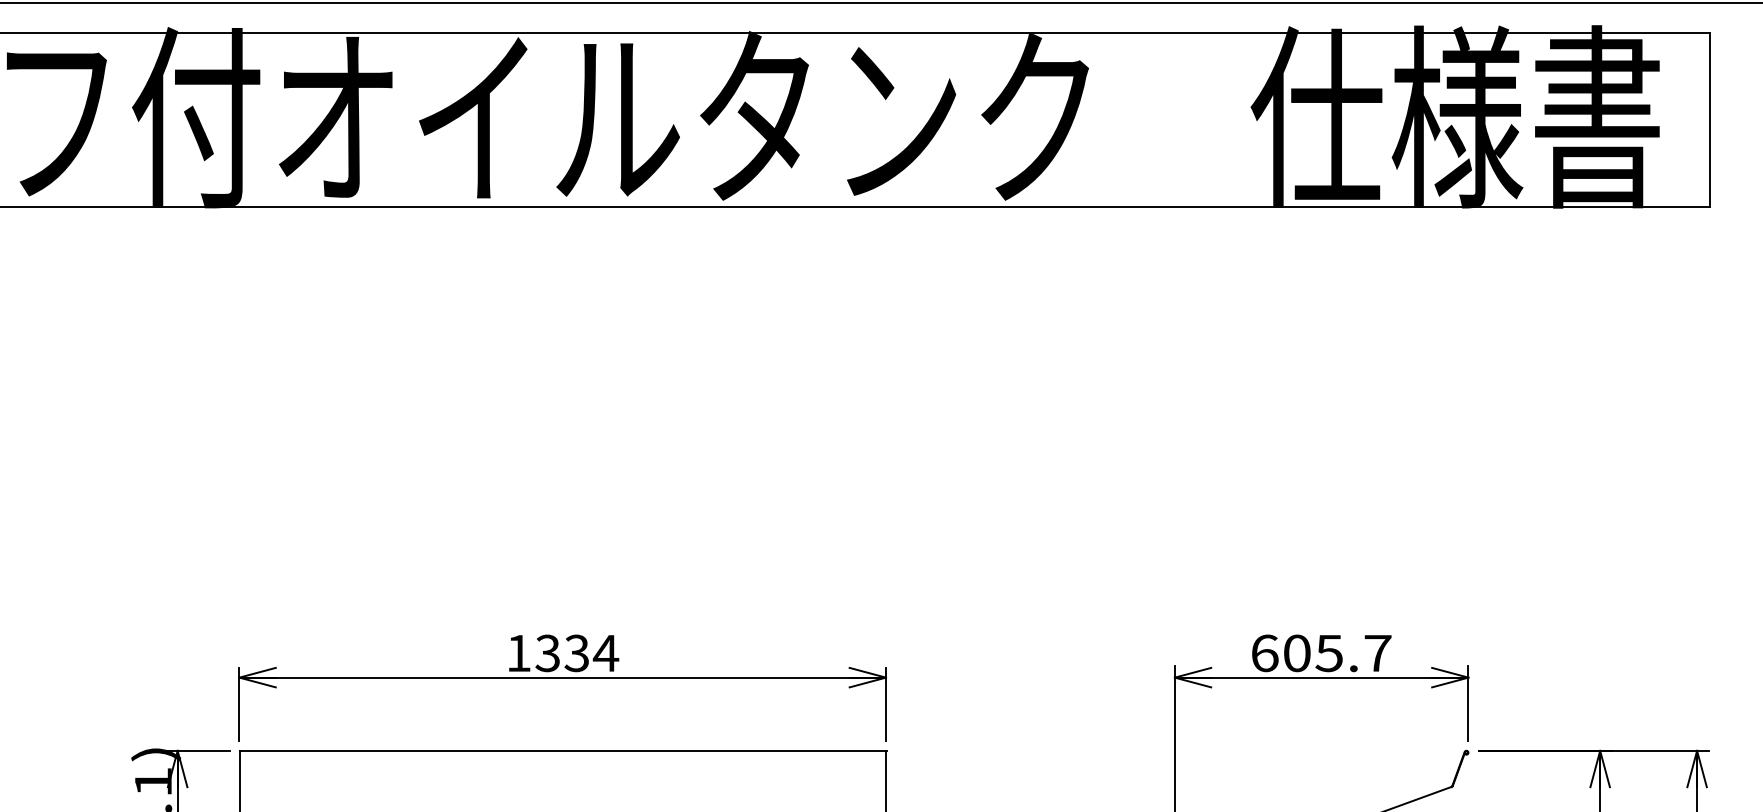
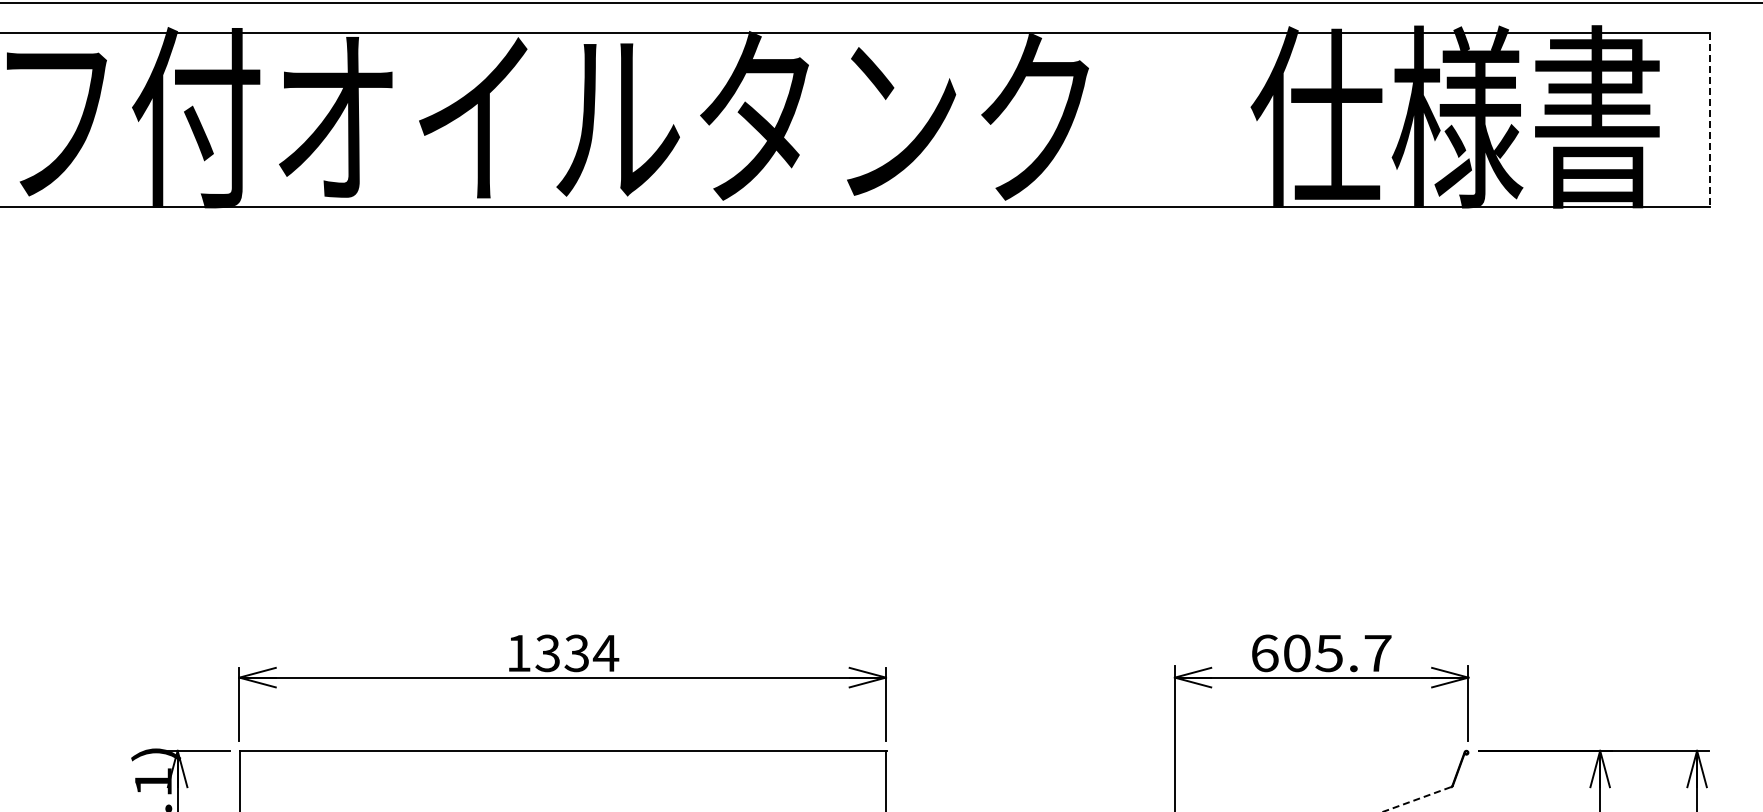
line at (1710, 120): solid -> dashed
line at (1417, 799): solid -> dashed
